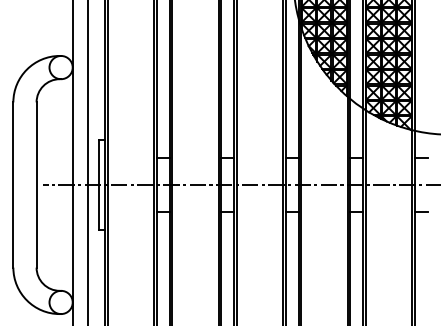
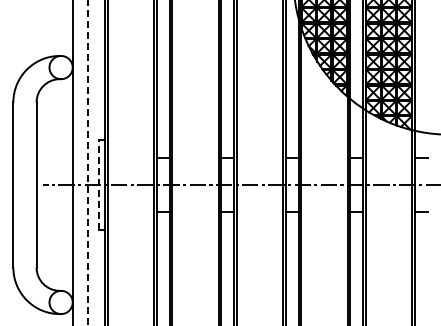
line at (88, 163): solid -> dashed
line at (98, 184): solid -> dashed
